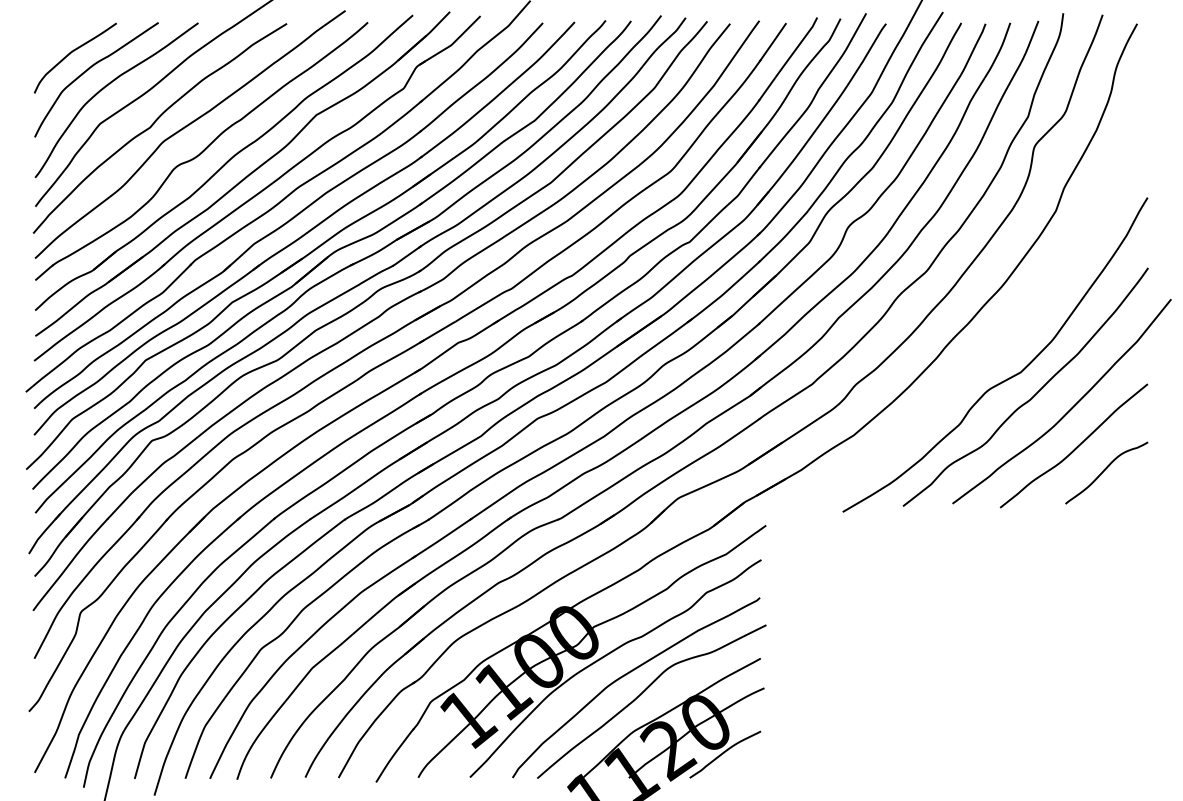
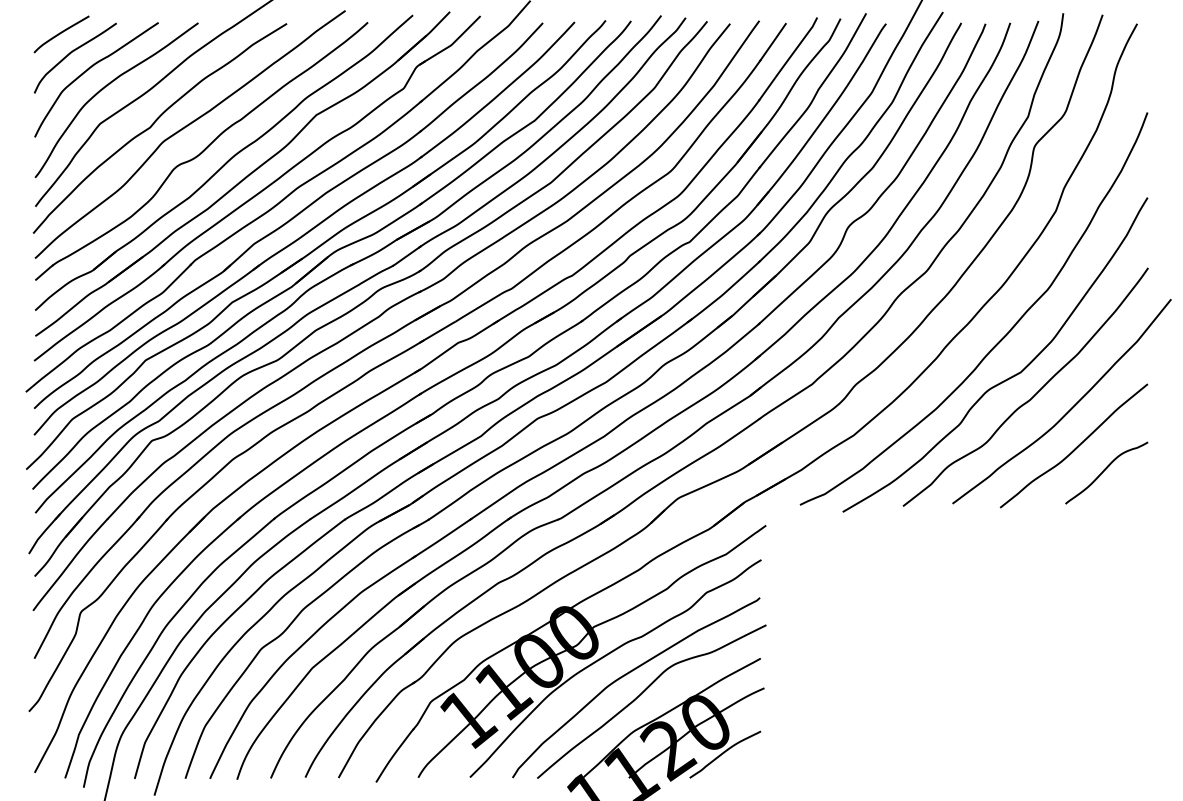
curve at (61, 33): none -> present
curve at (1002, 337): none -> present
